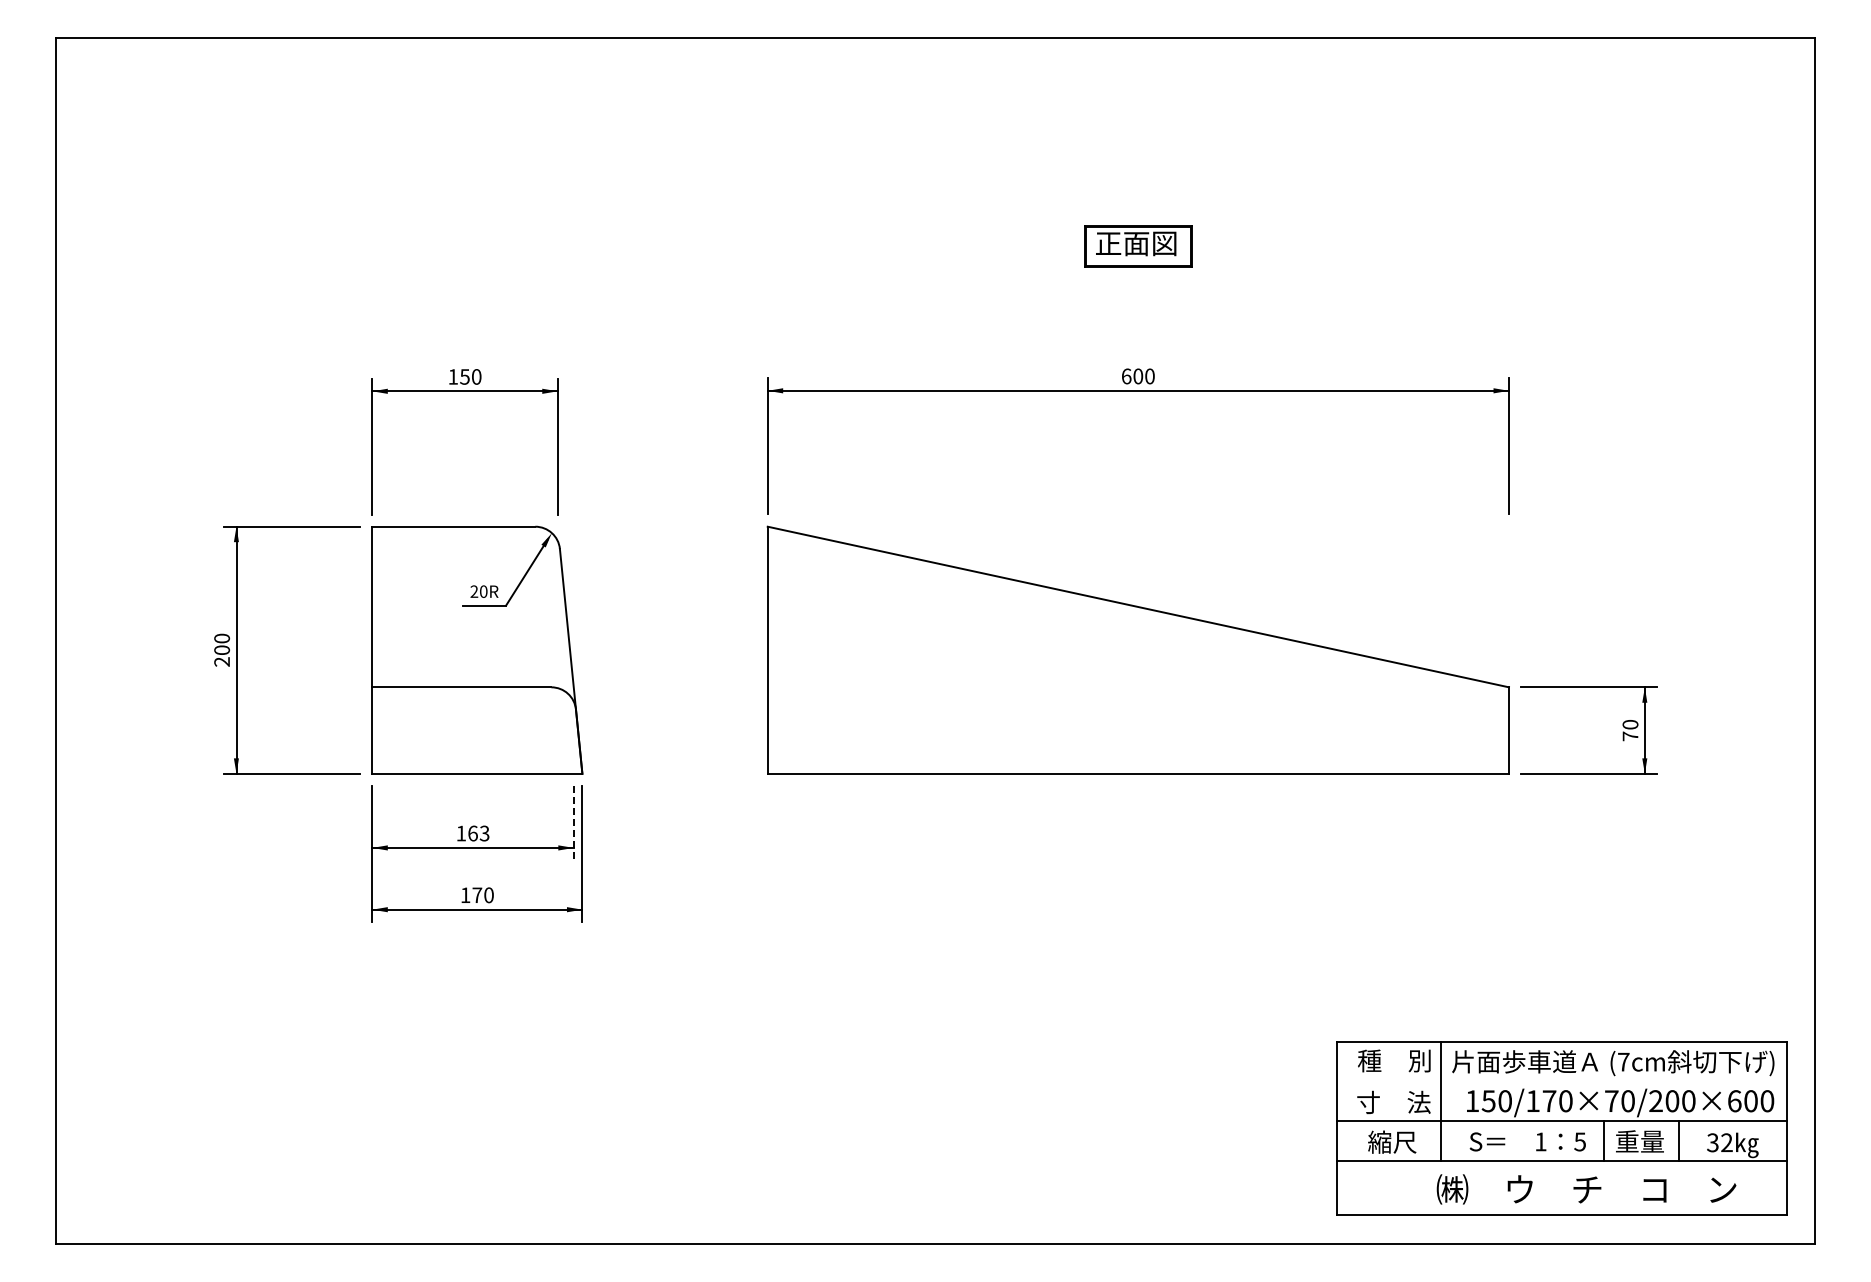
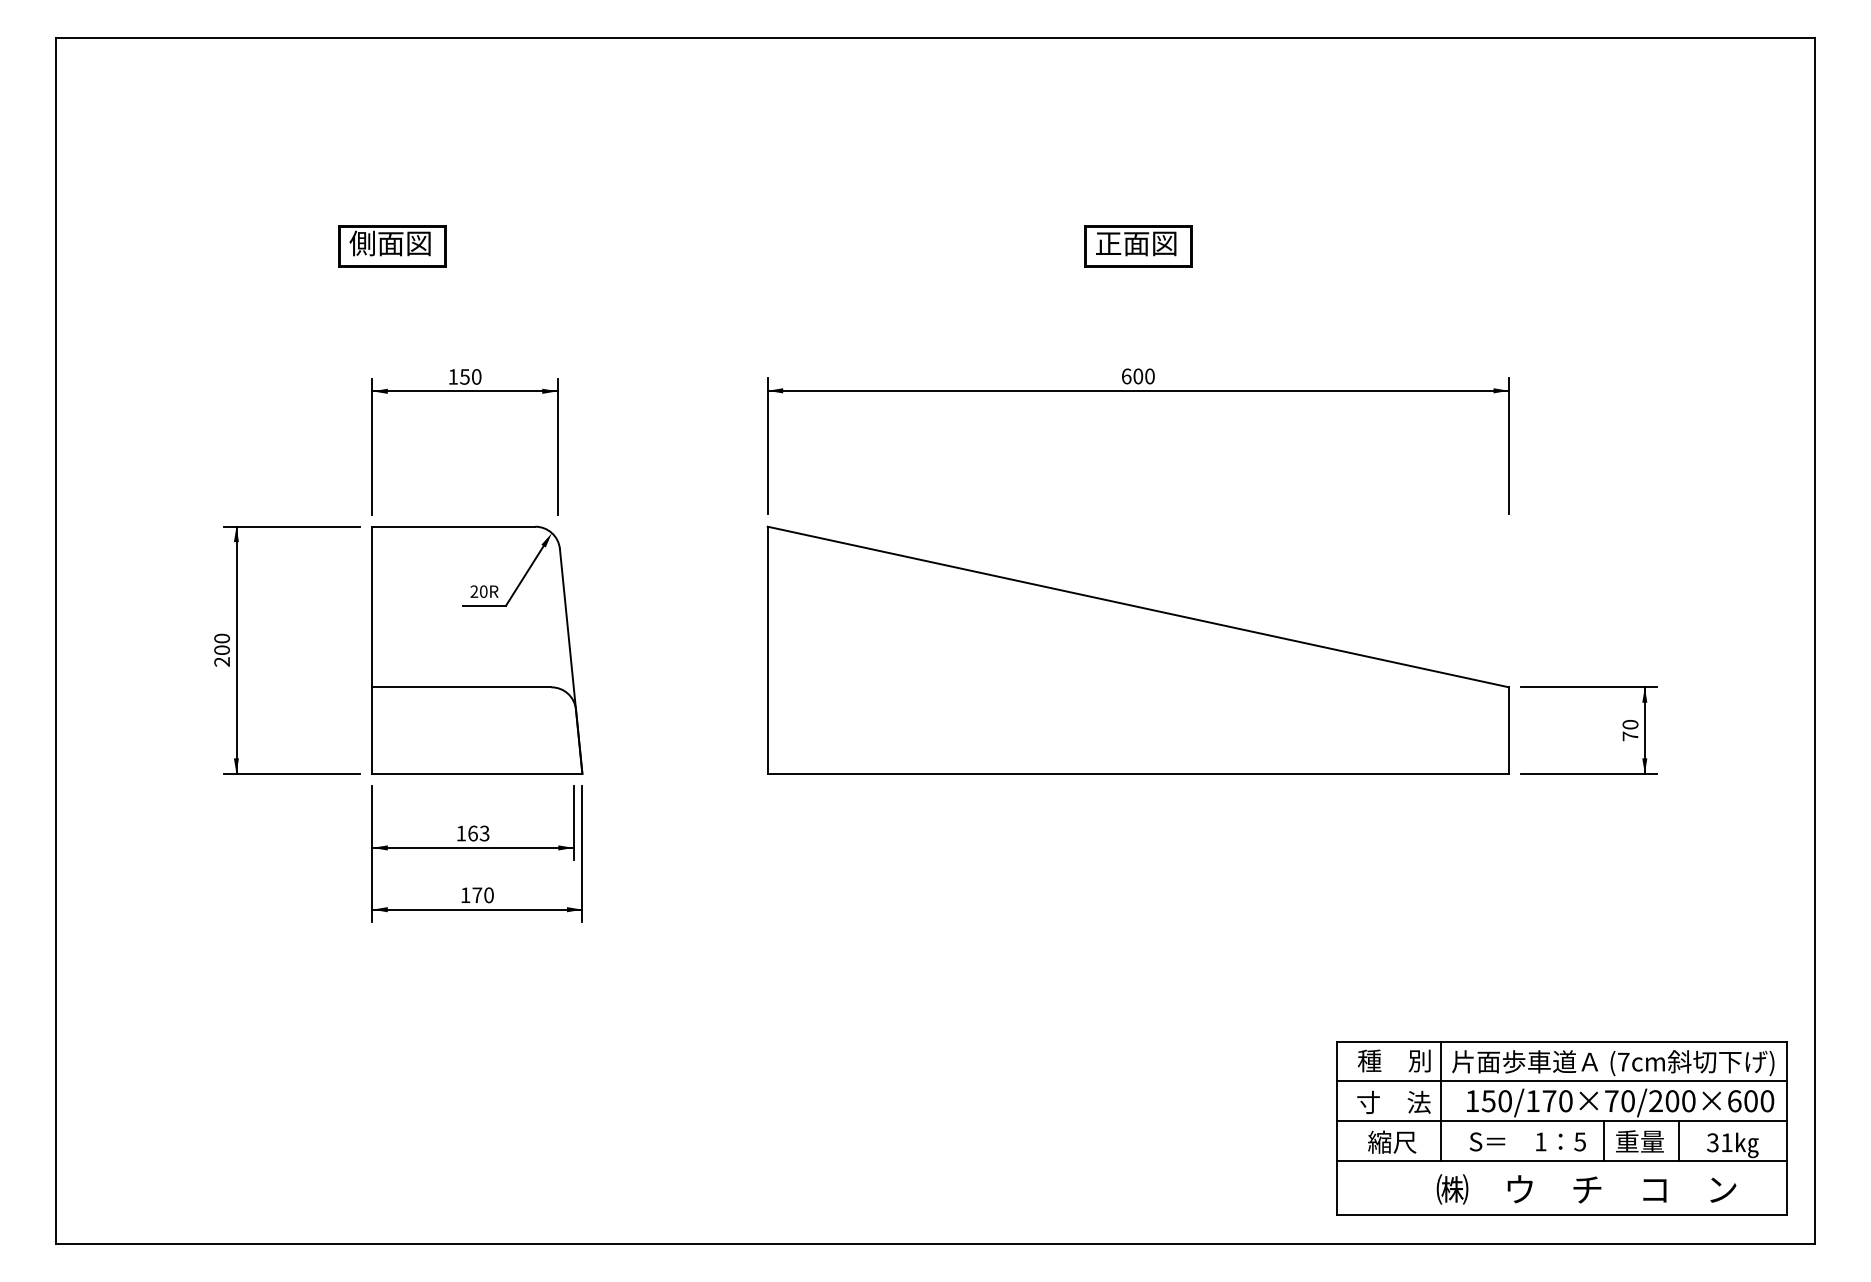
part at (392, 246): none -> present
line at (573, 823): dashed -> solid
line at (1561, 1081): none -> present
text at (1726, 1142): 32 -> 31
